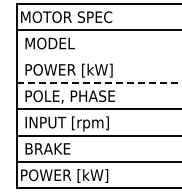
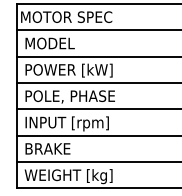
line at (97, 56): none -> present
line at (99, 83): dashed -> solid
text at (66, 176): POWER [kW] -> WEIGHT [kg]
